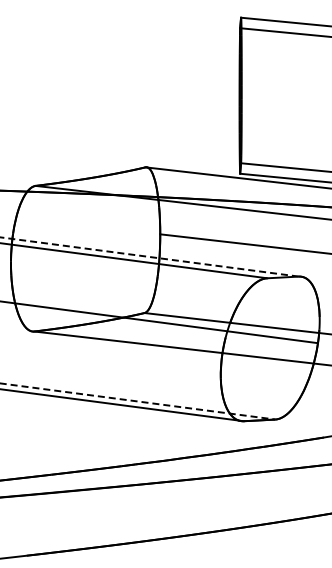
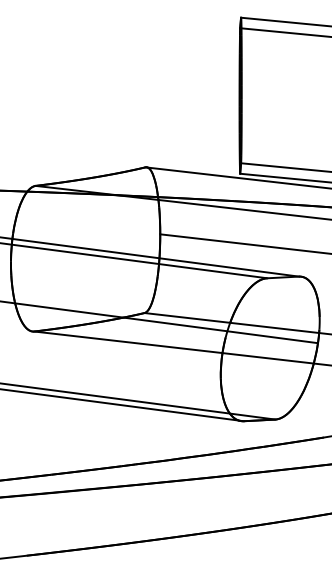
line at (149, 256): dashed -> solid
line at (138, 401): dashed -> solid
